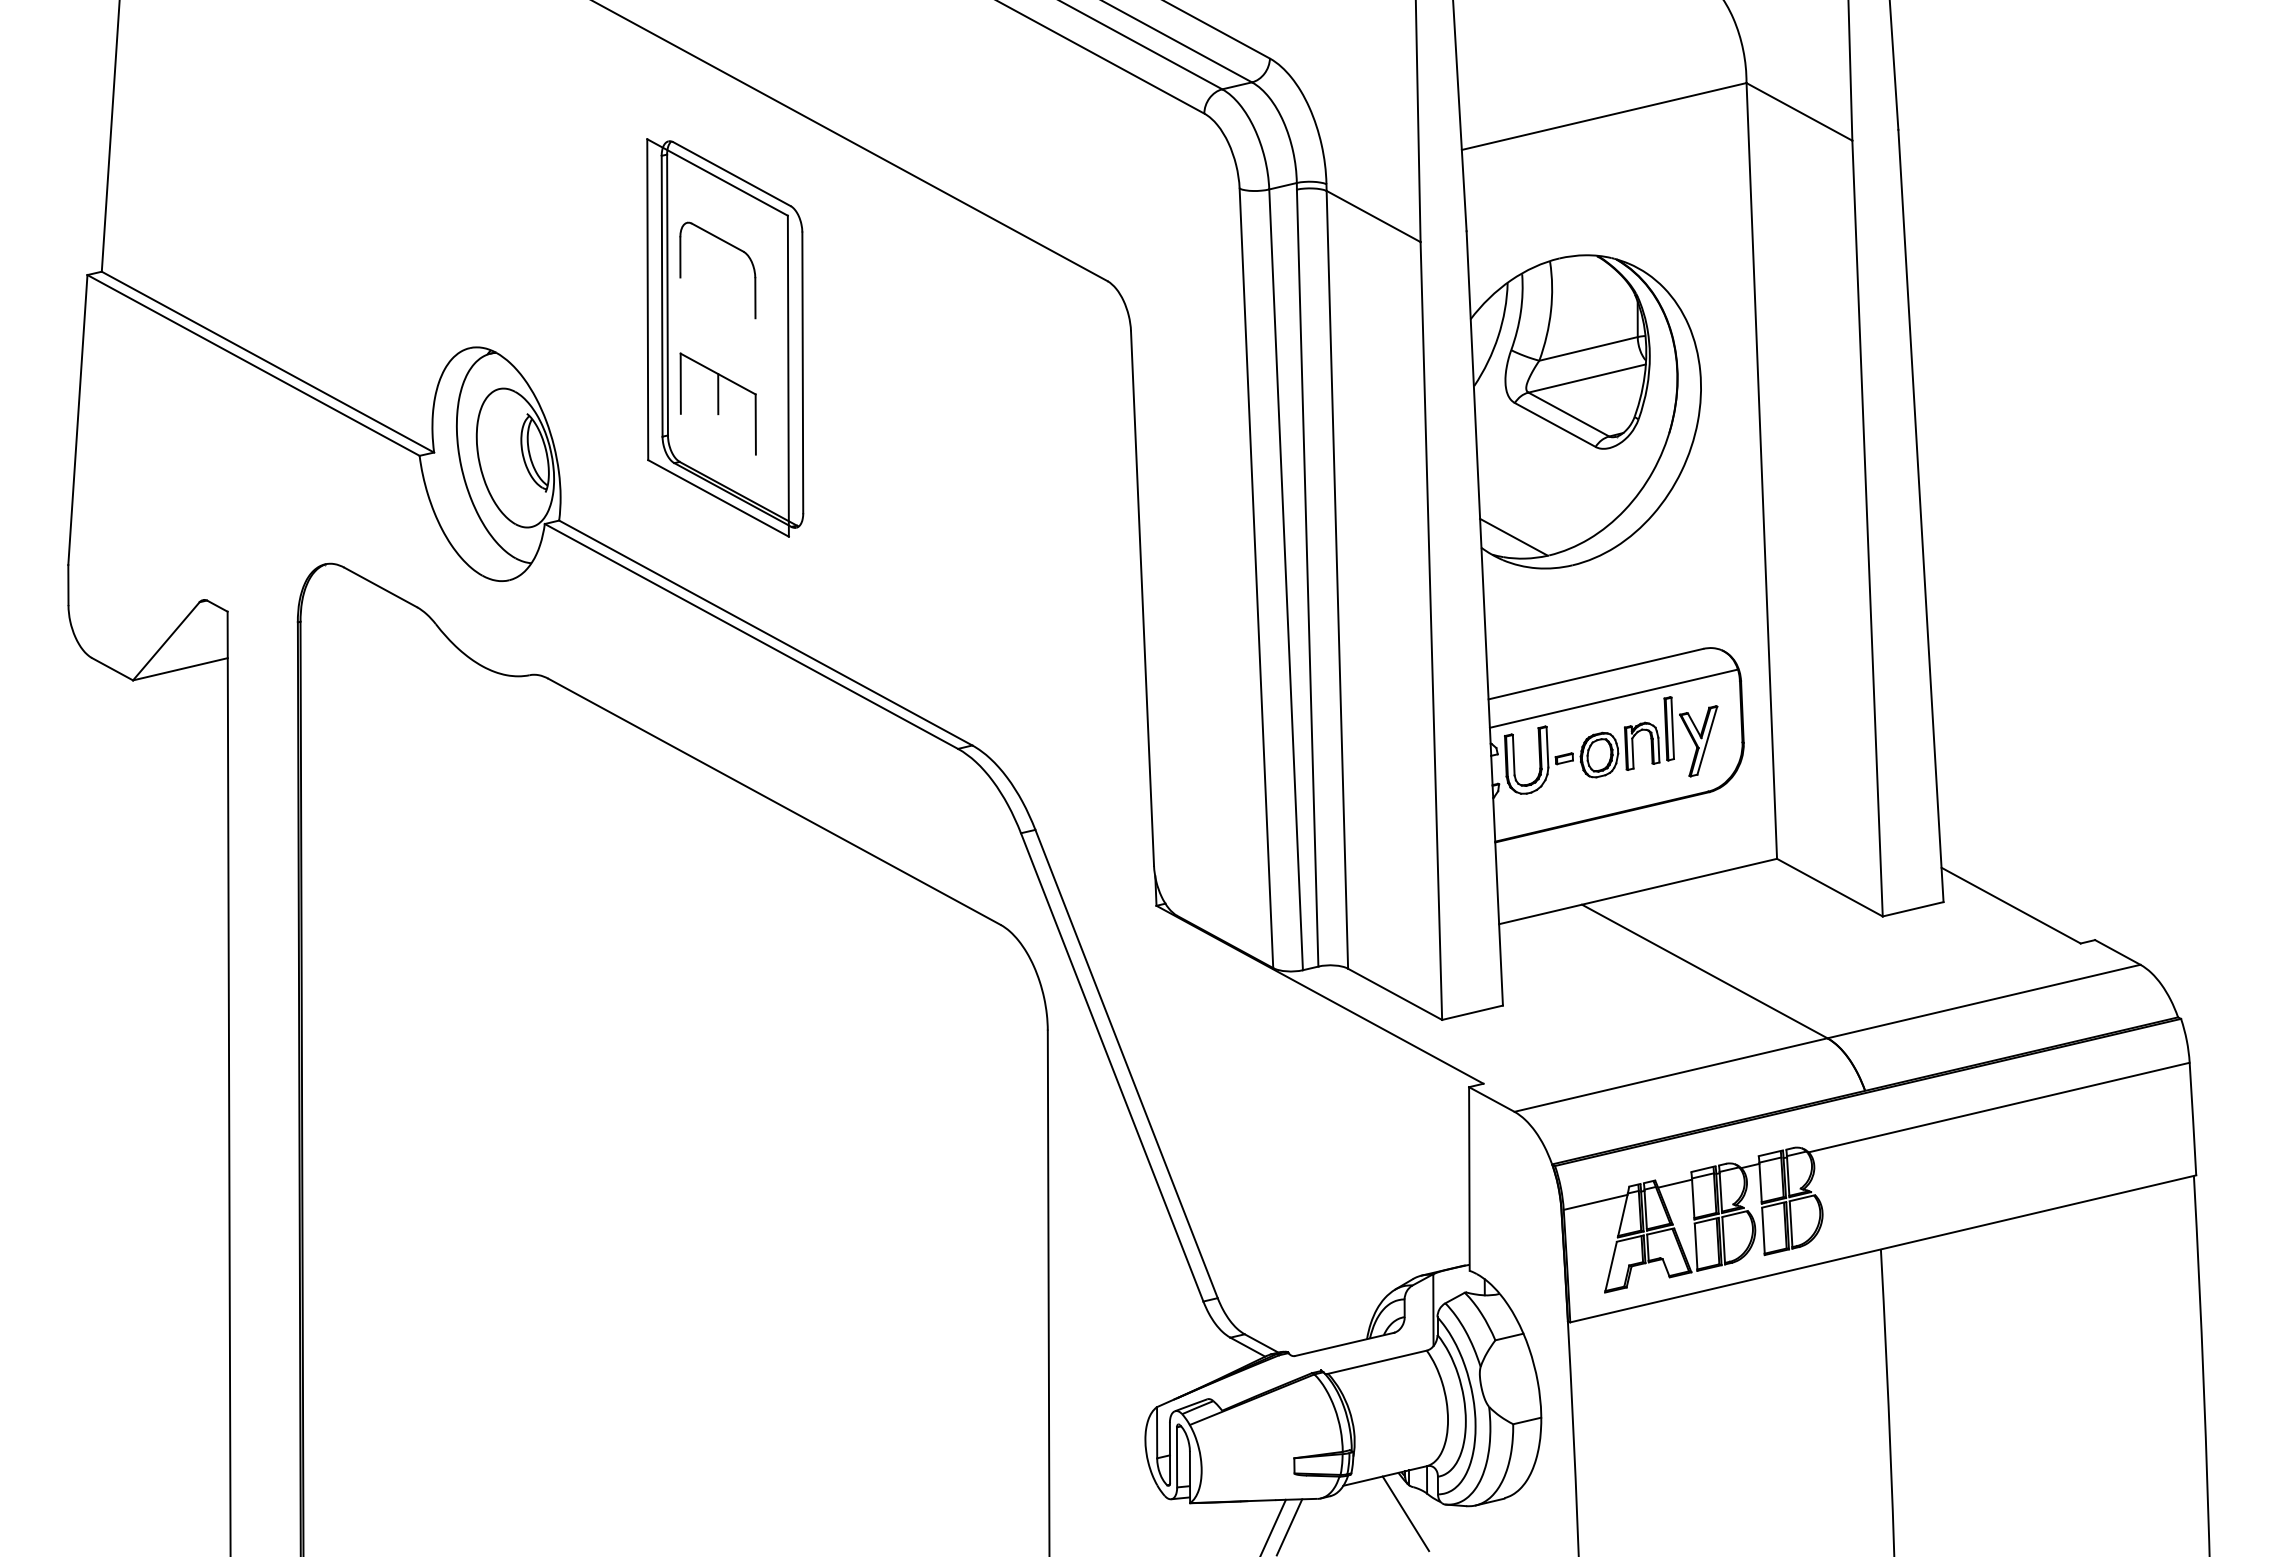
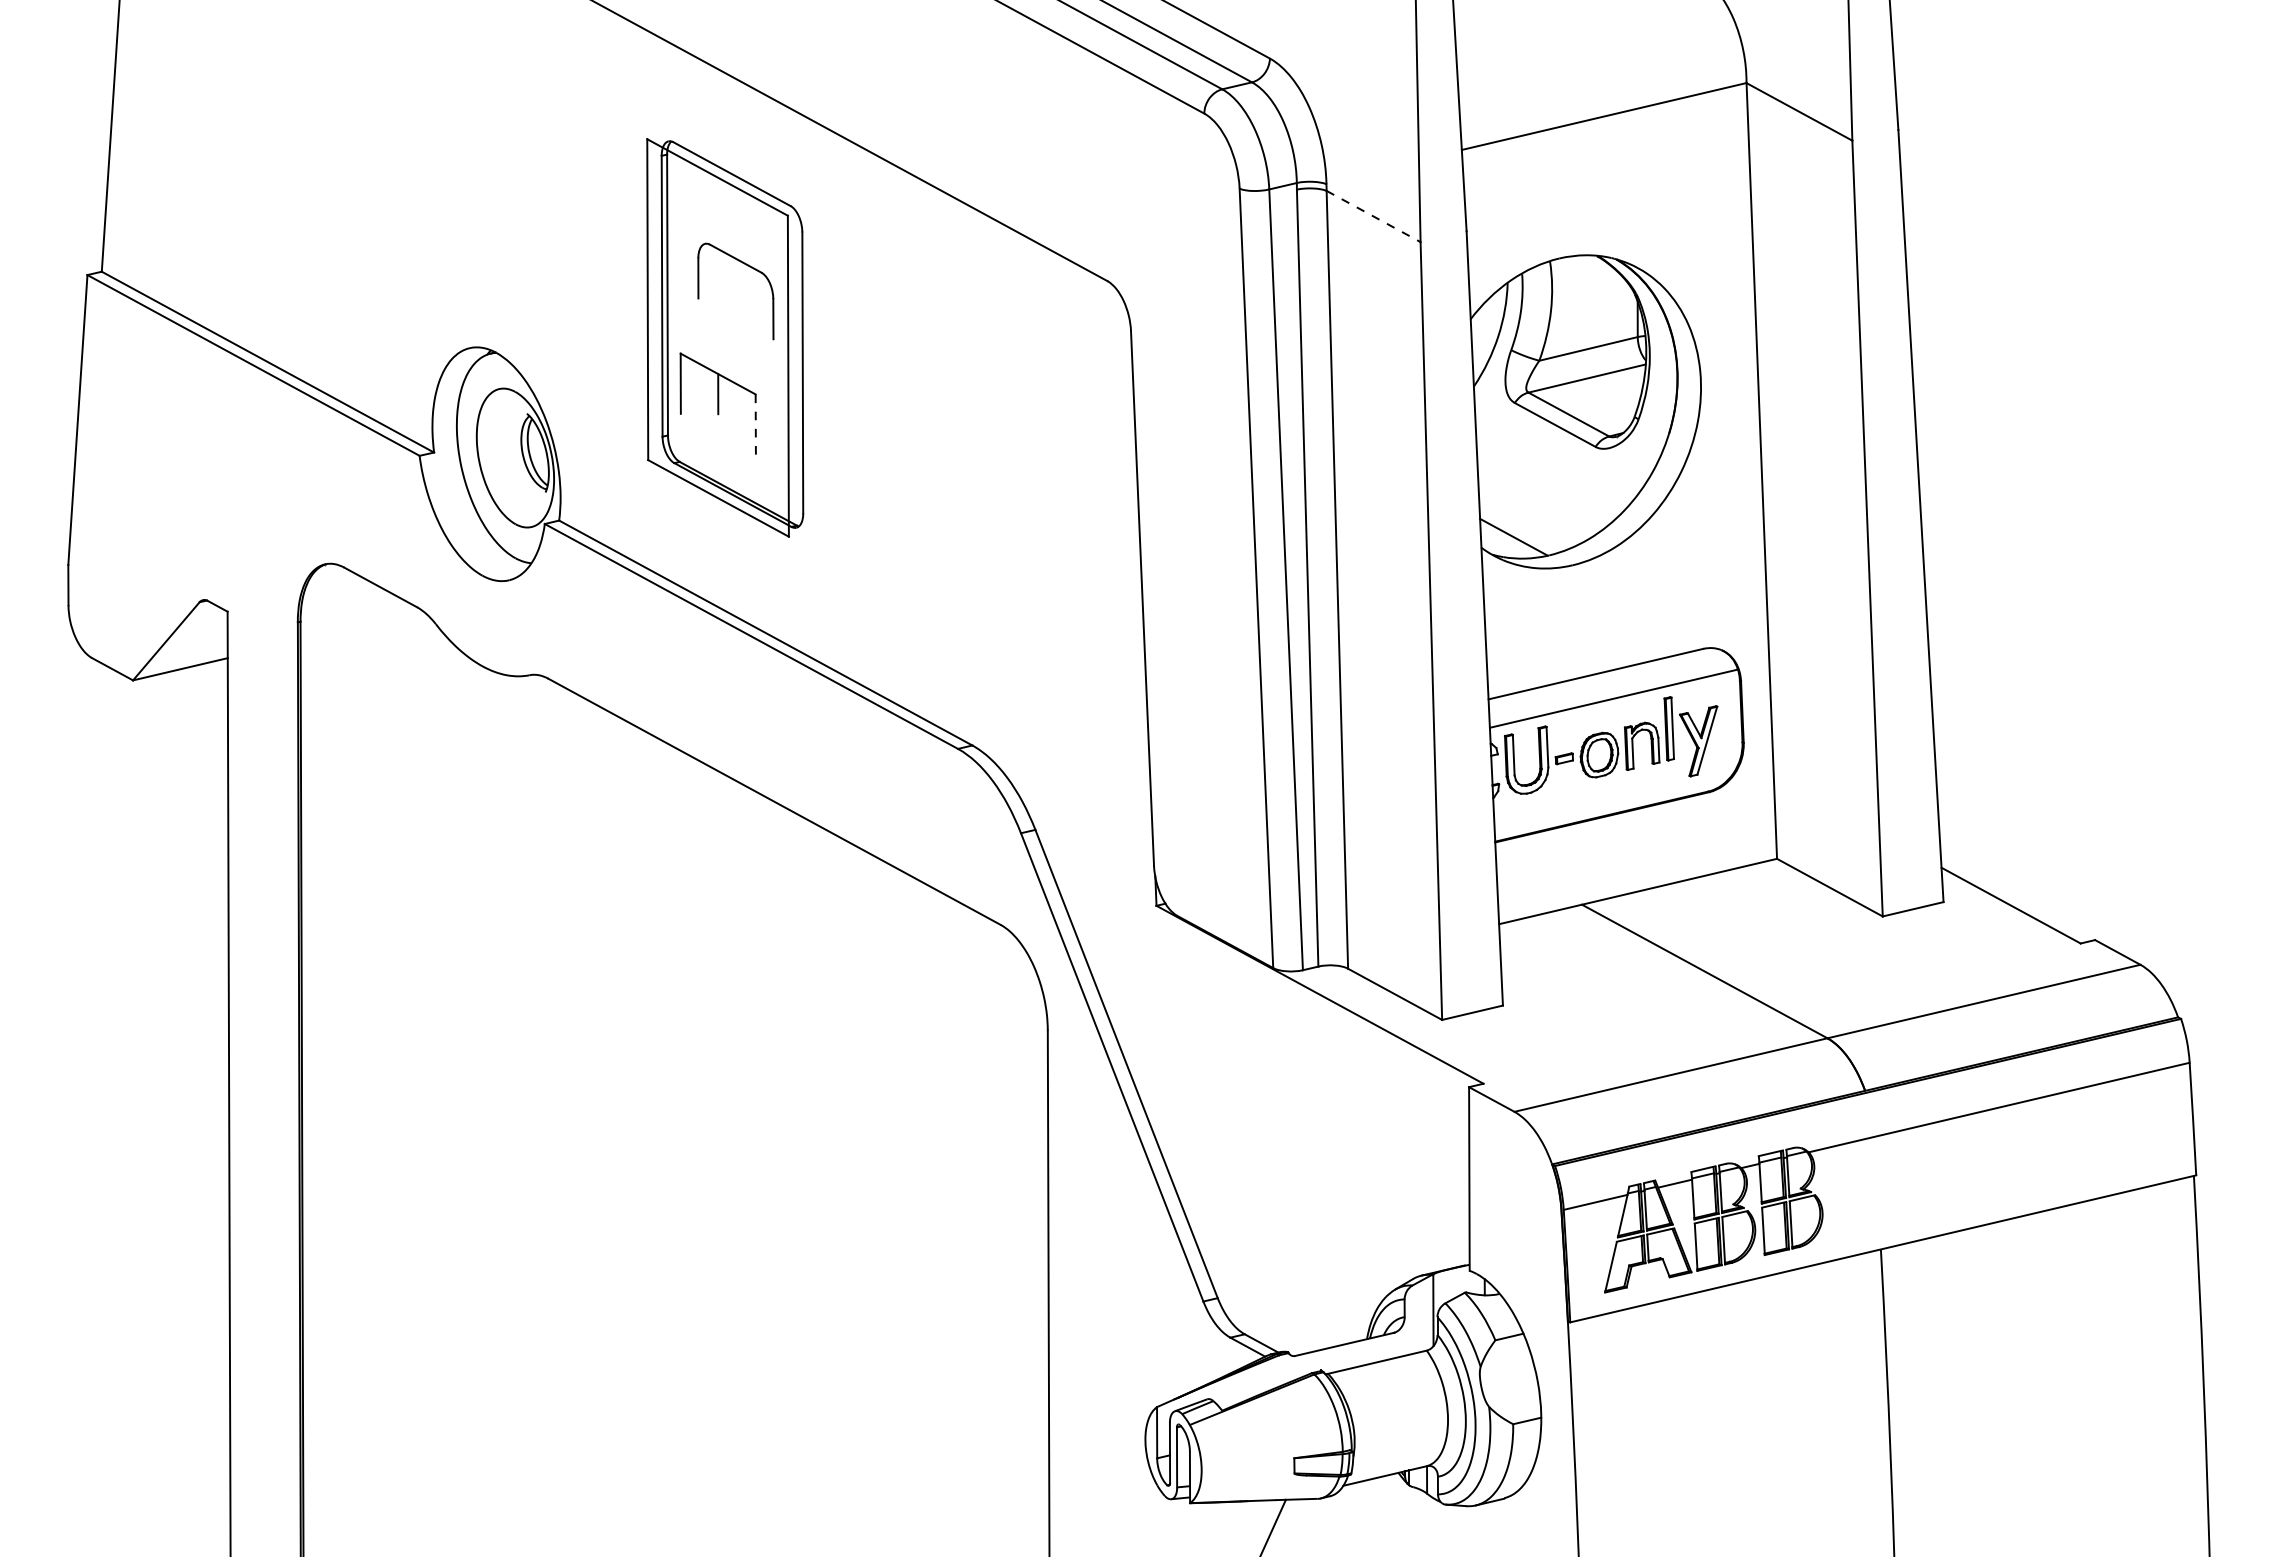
line at (1374, 216): solid -> dashed
part at (729, 245) position: (729, 245) -> (747, 266)
line at (755, 424): solid -> dashed
line at (1405, 1513): present -> none
line at (1289, 1526): present -> none
